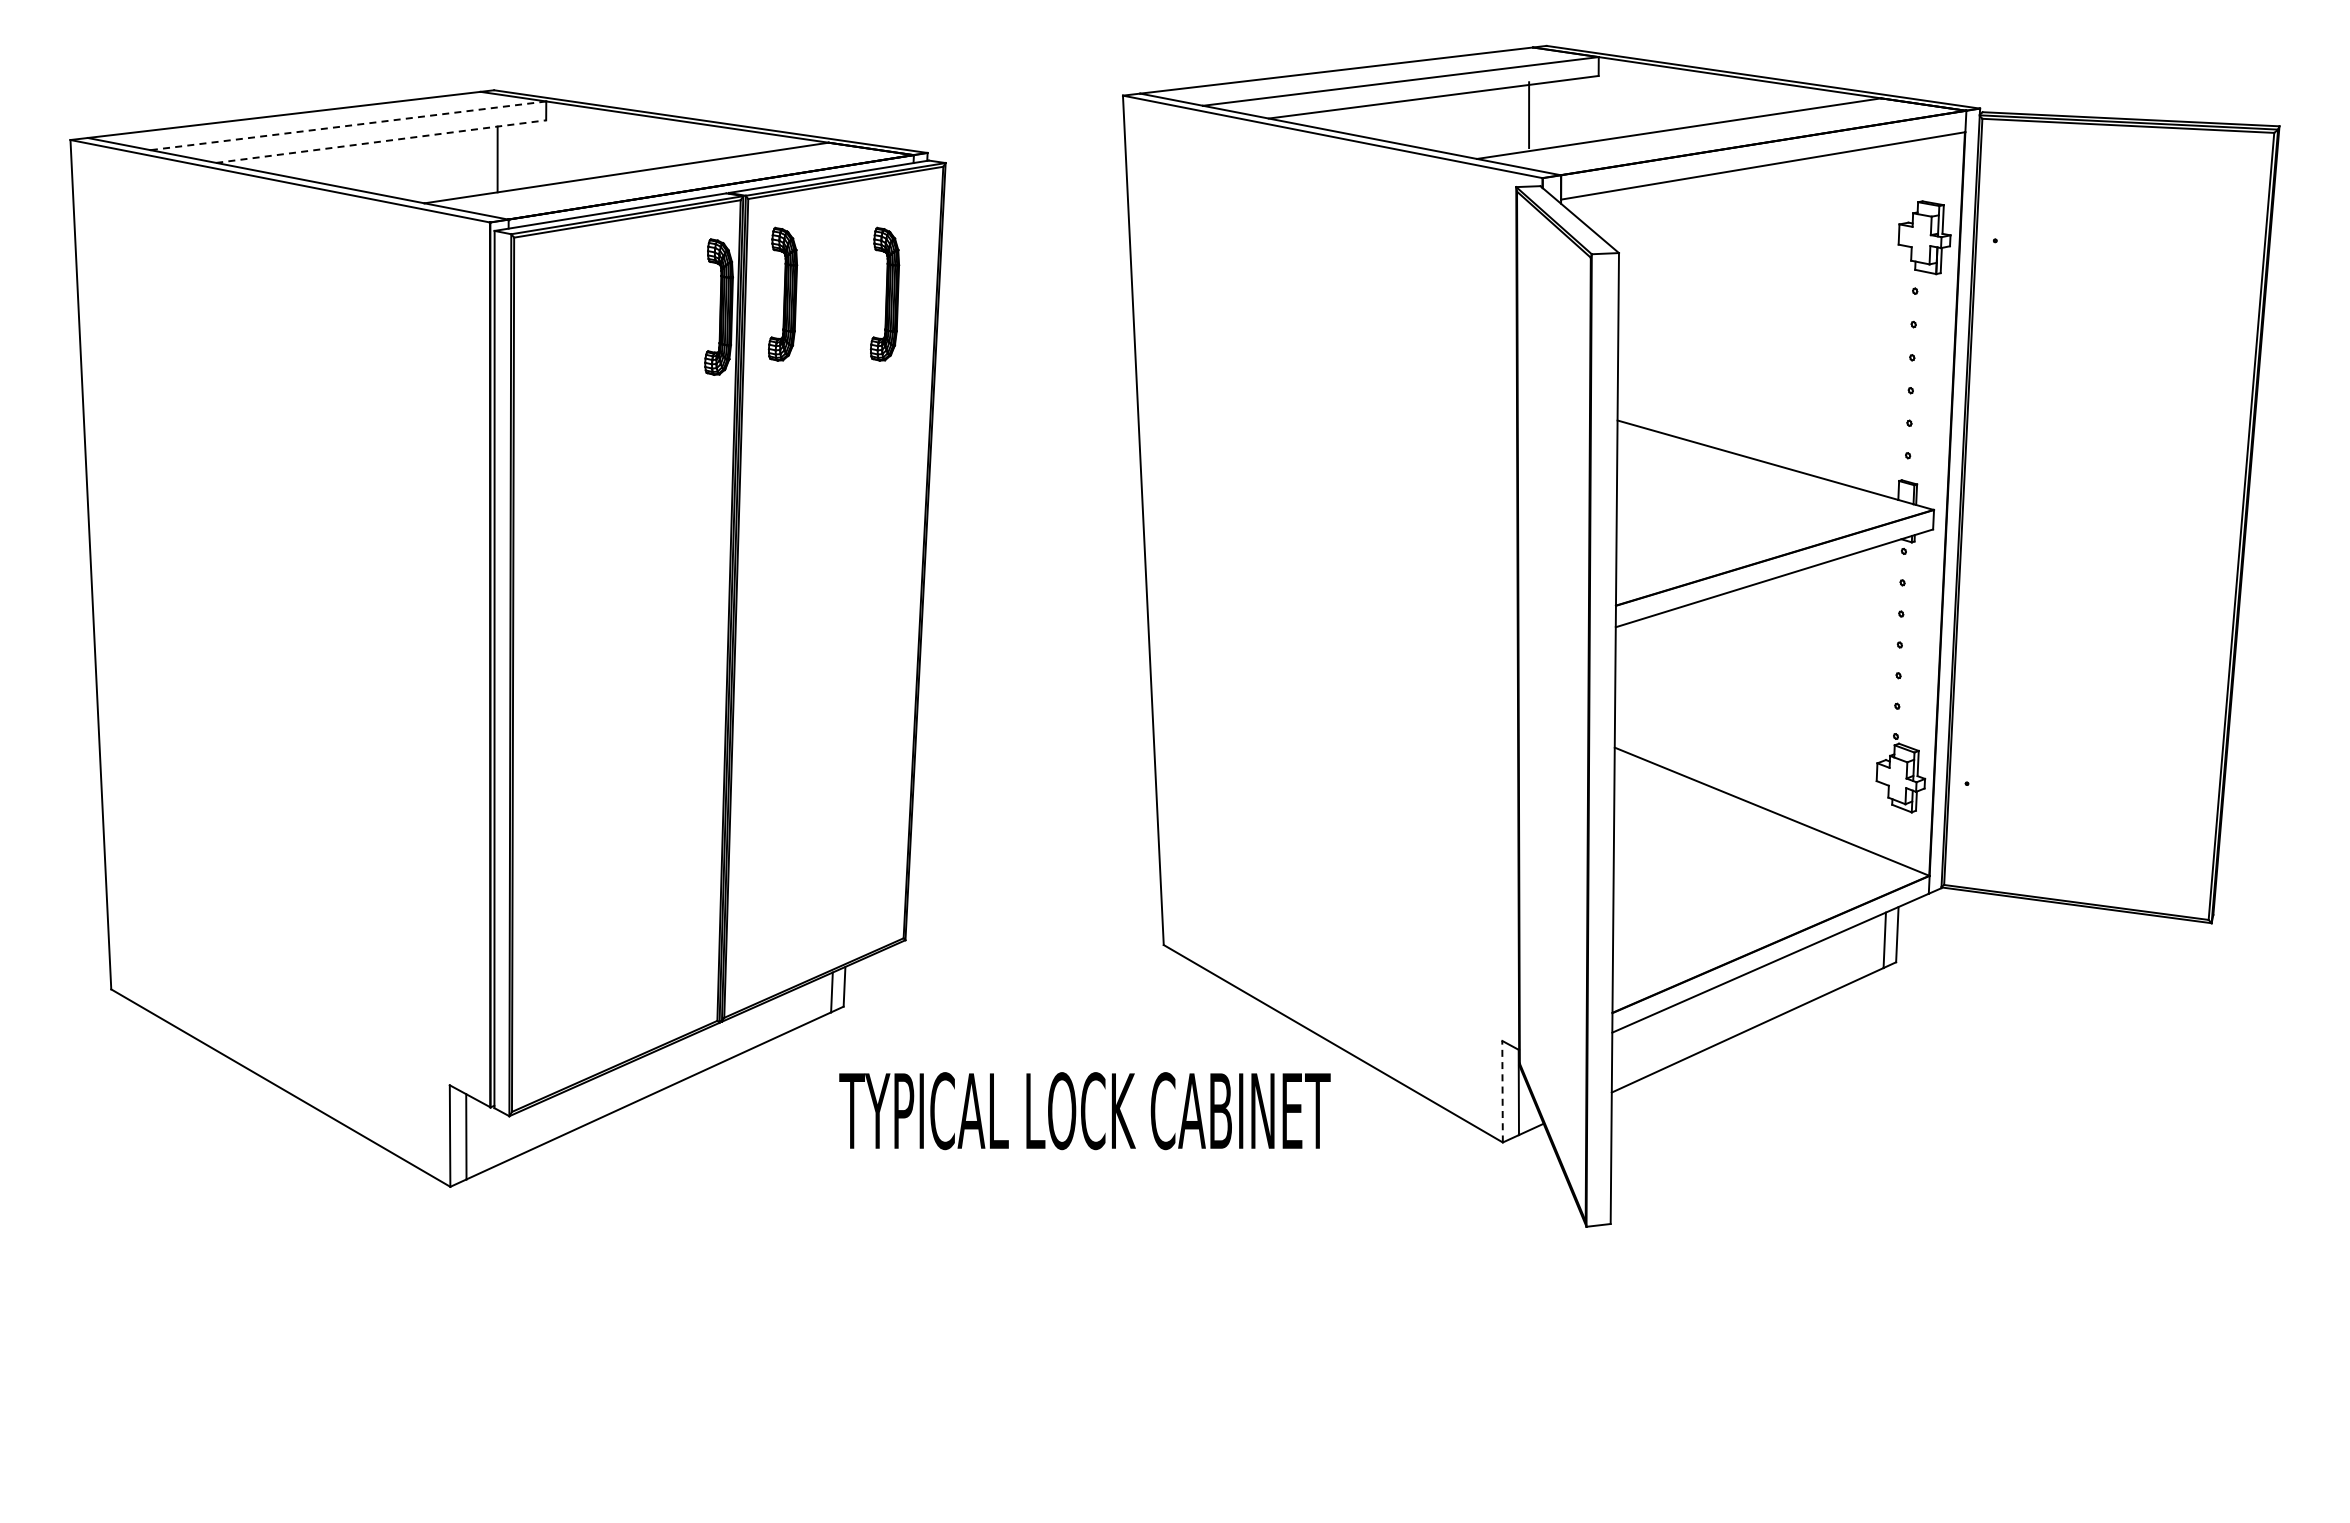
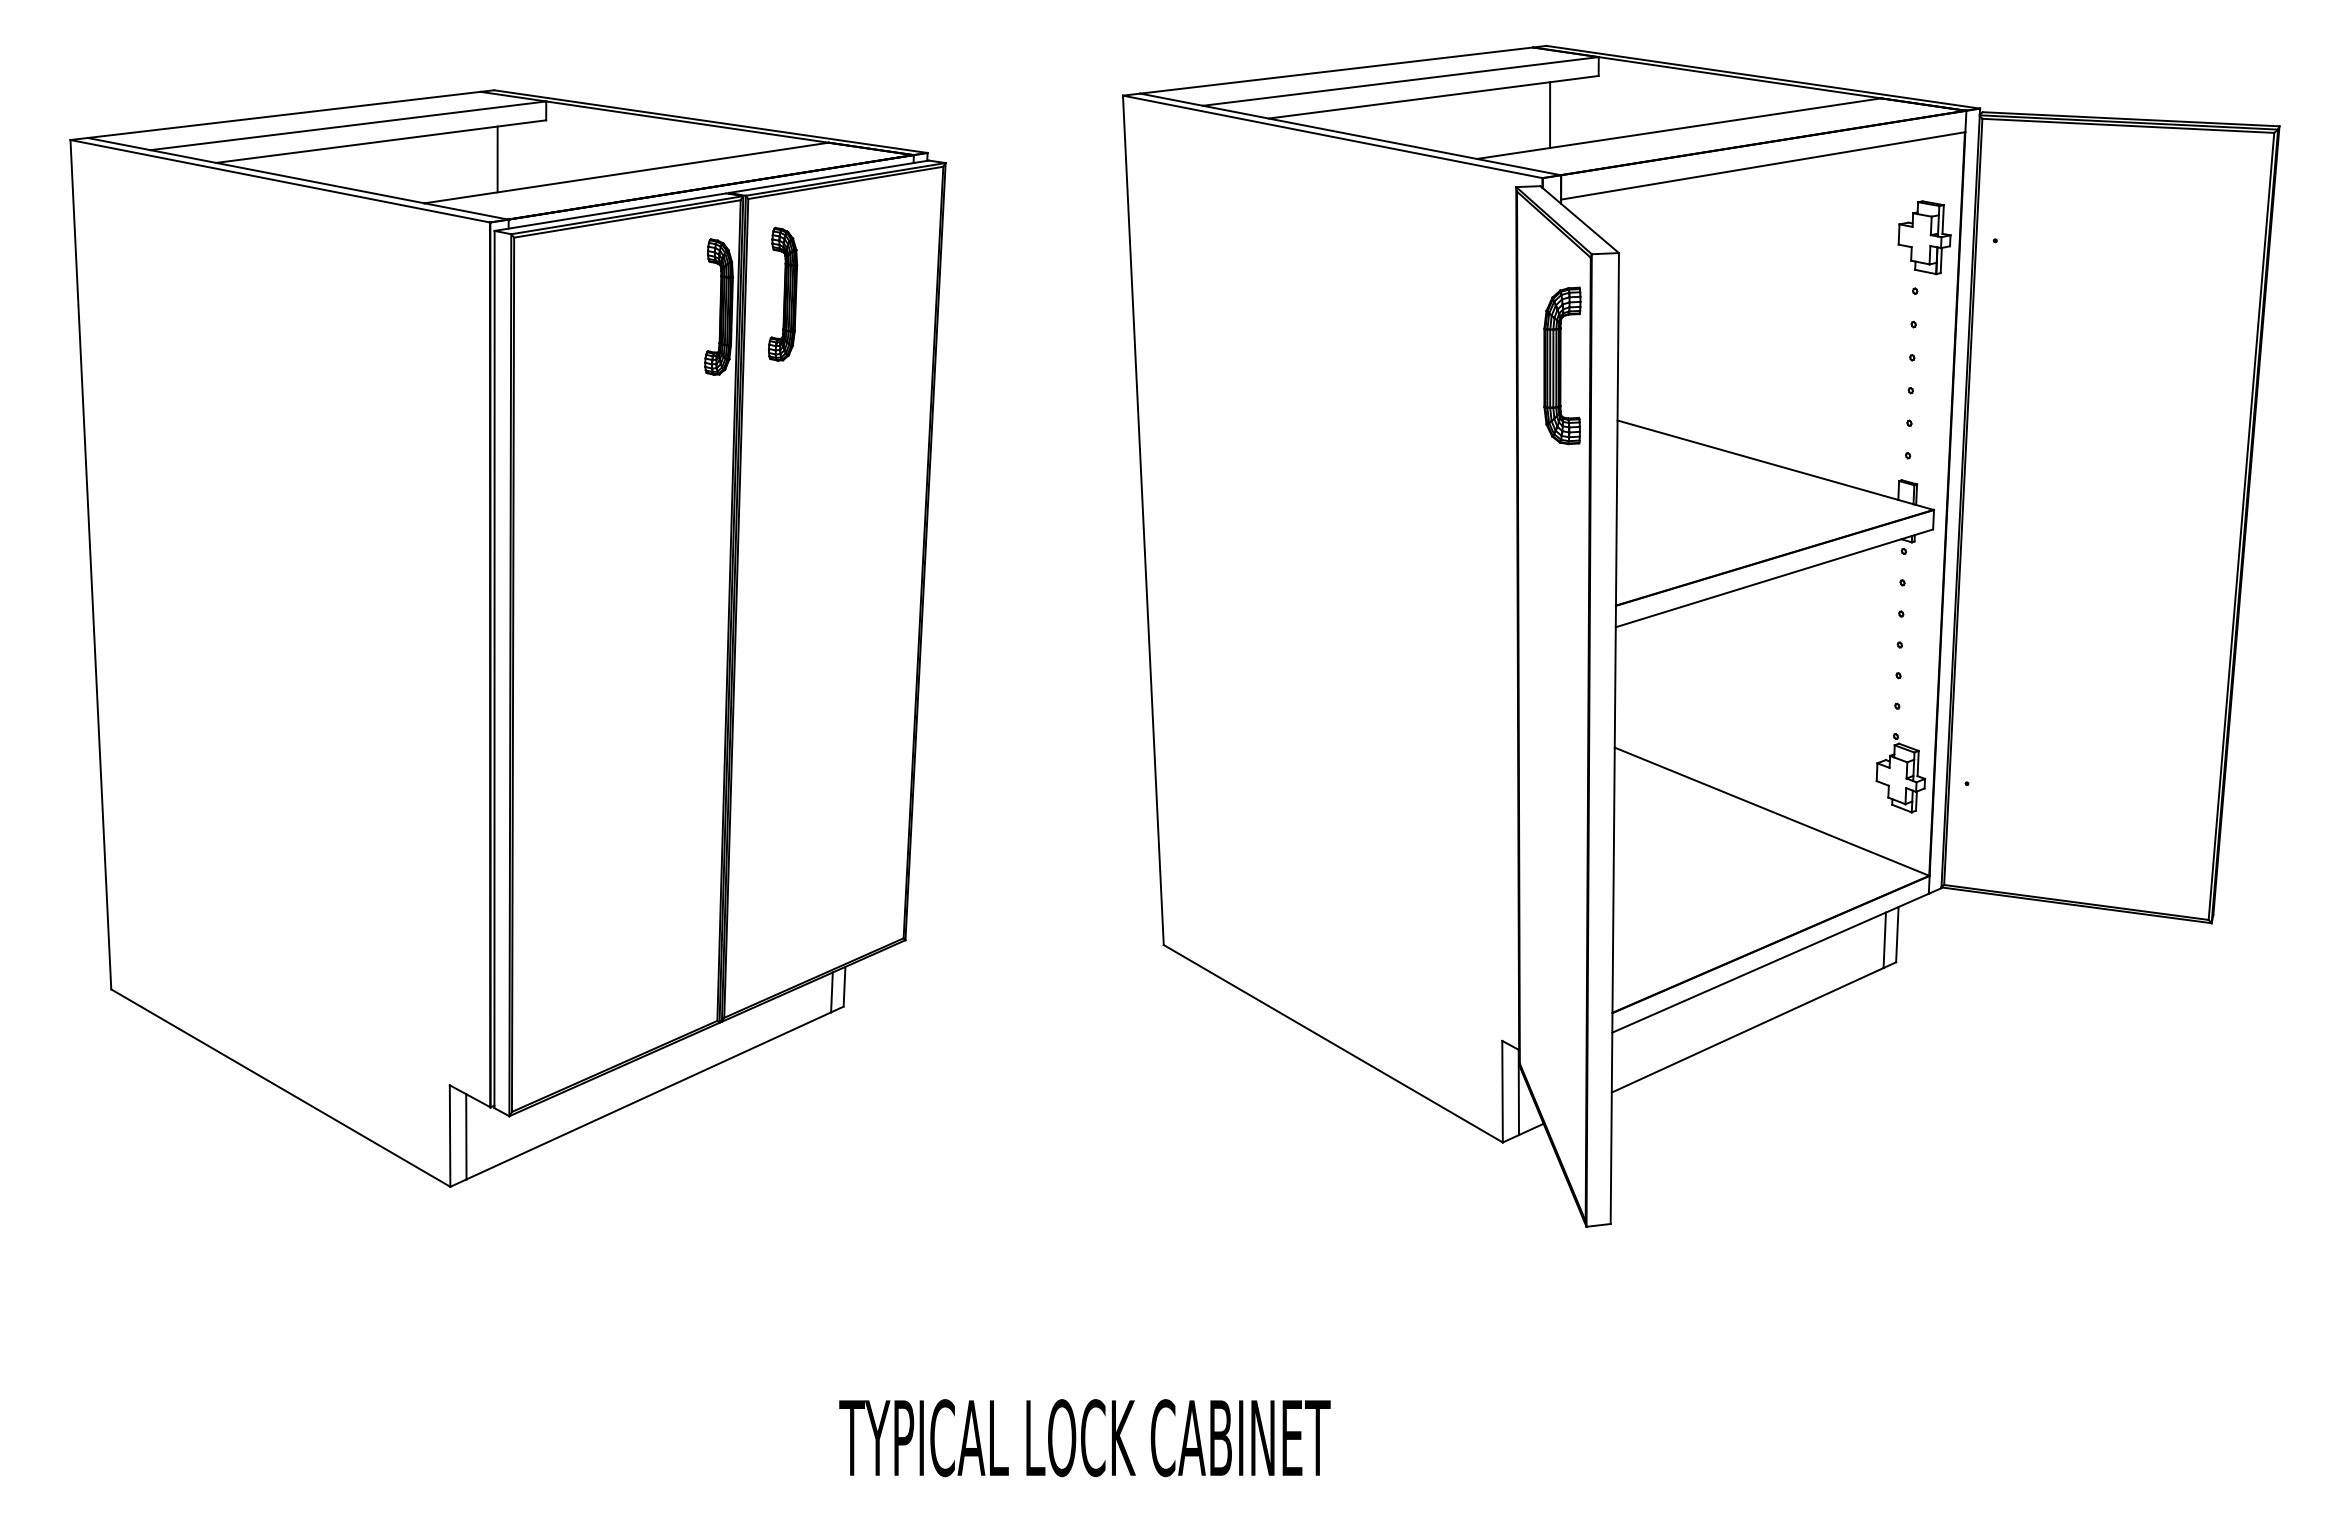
line at (1529, 115) position: (1529, 115) -> (1550, 115)
line at (347, 125): dashed -> solid
line at (381, 141): dashed -> solid
part at (884, 293): present -> none
part at (1562, 365): none -> present
line at (1502, 1091): dashed -> solid
text at (1084, 1111) position: (1084, 1111) -> (1084, 1438)
